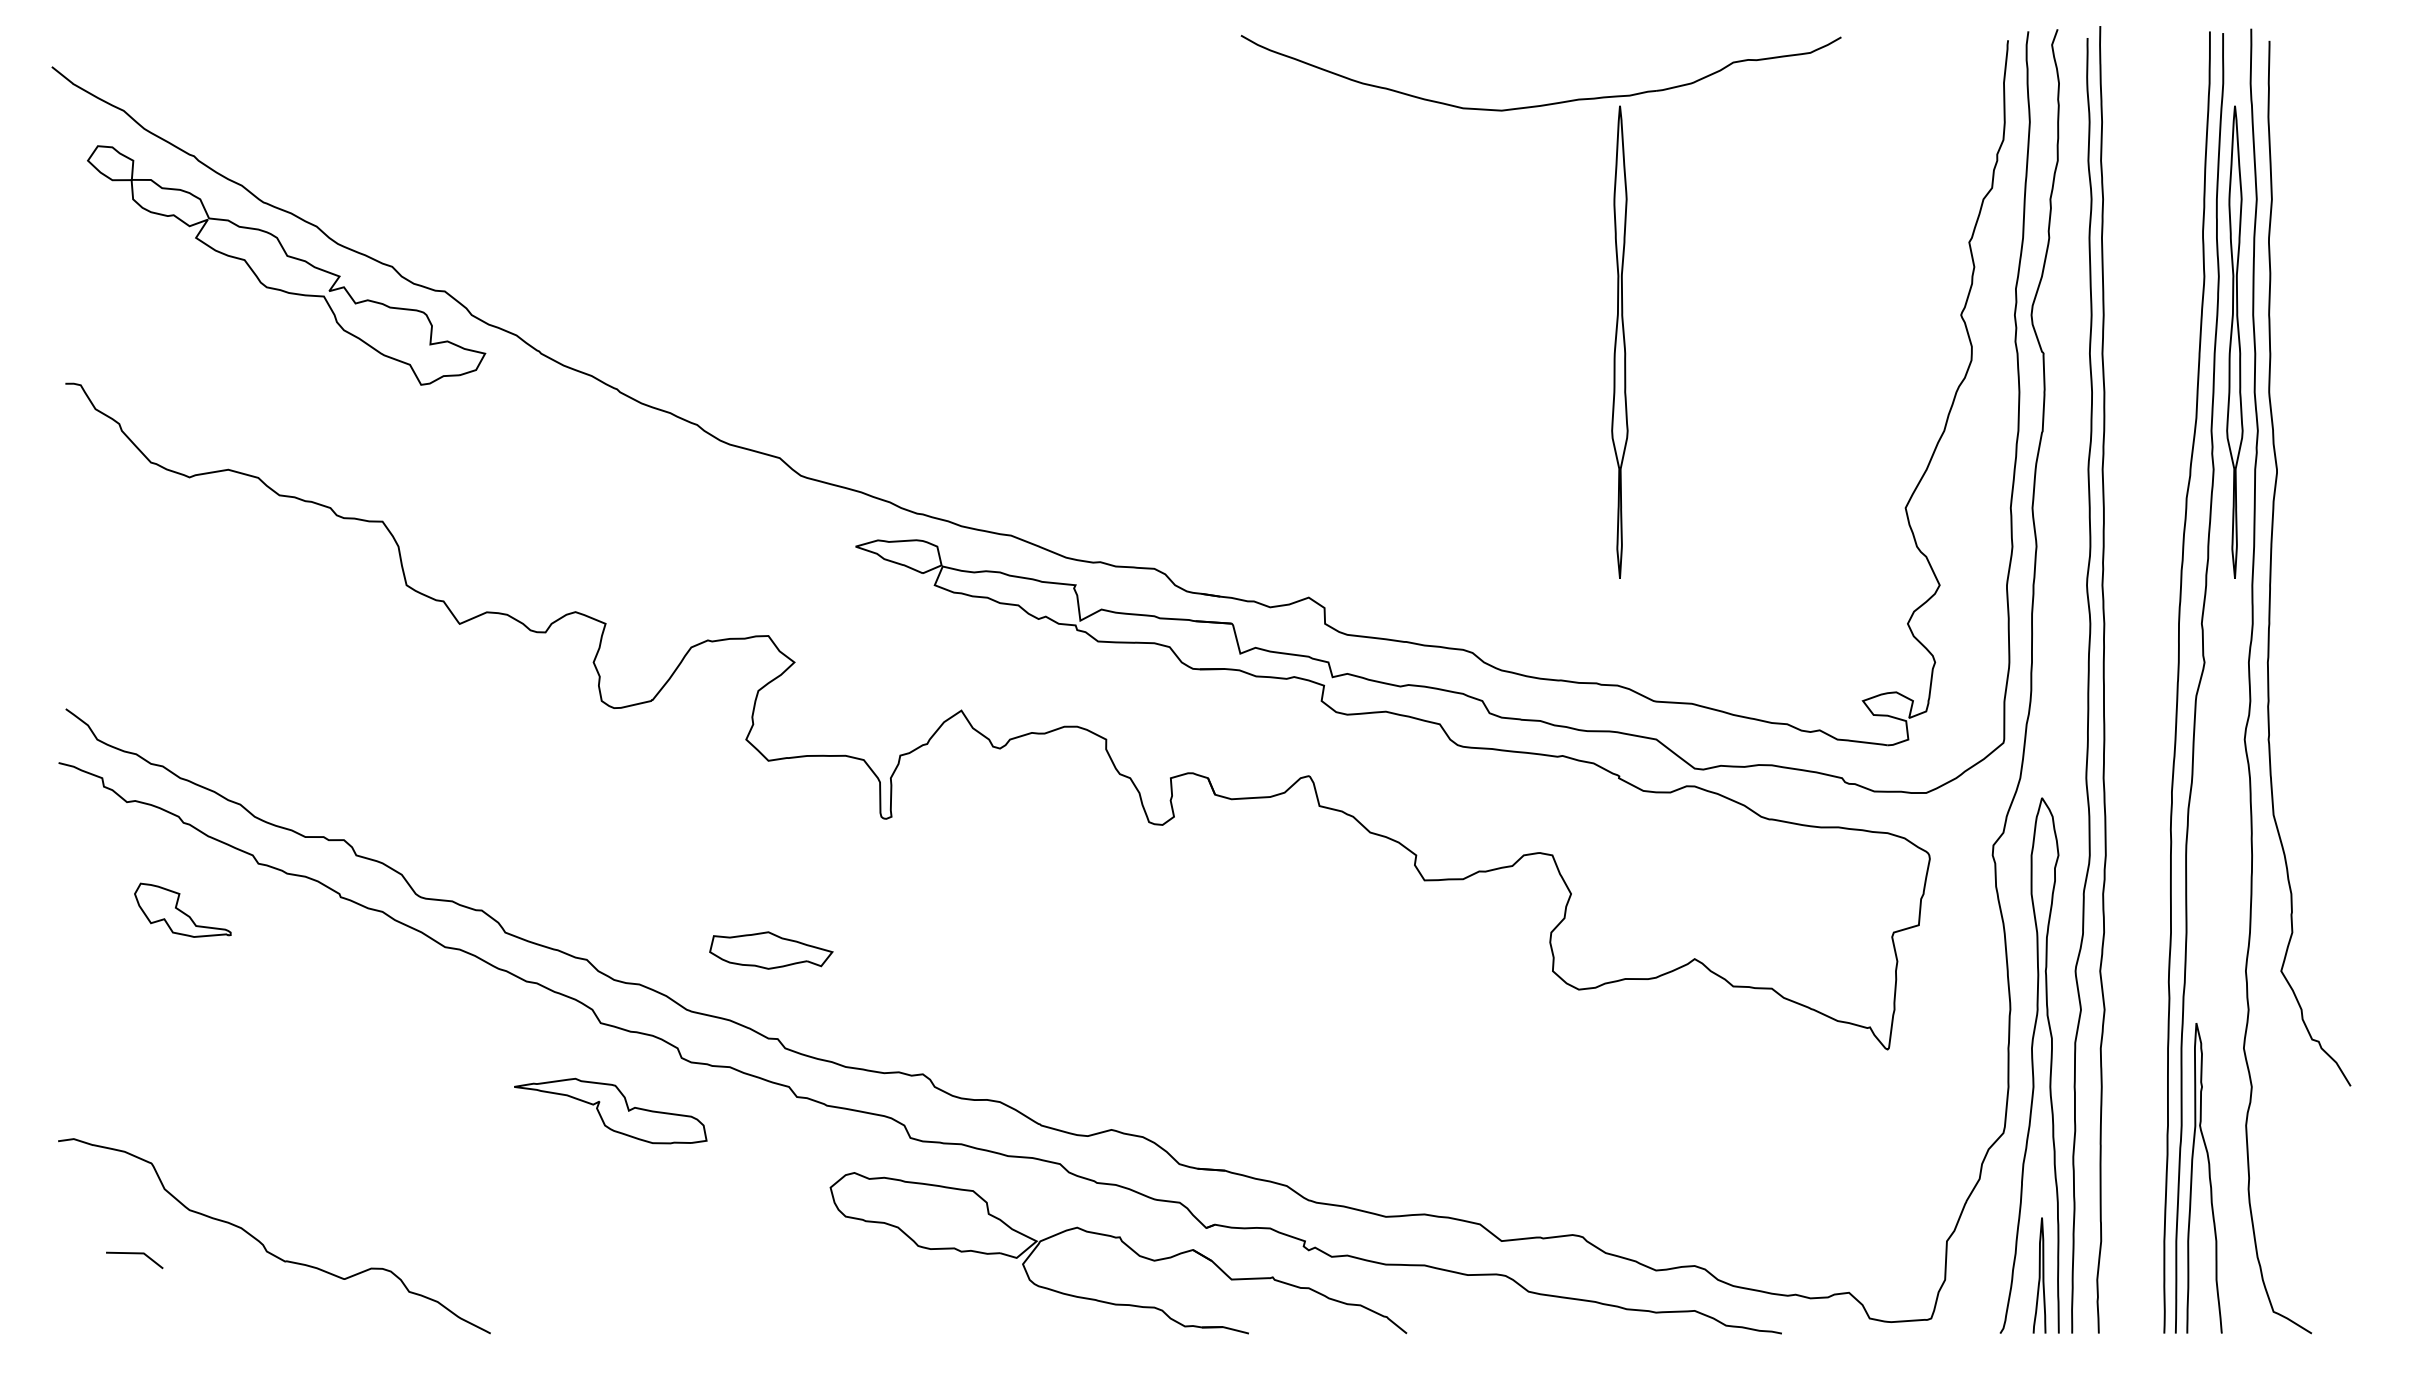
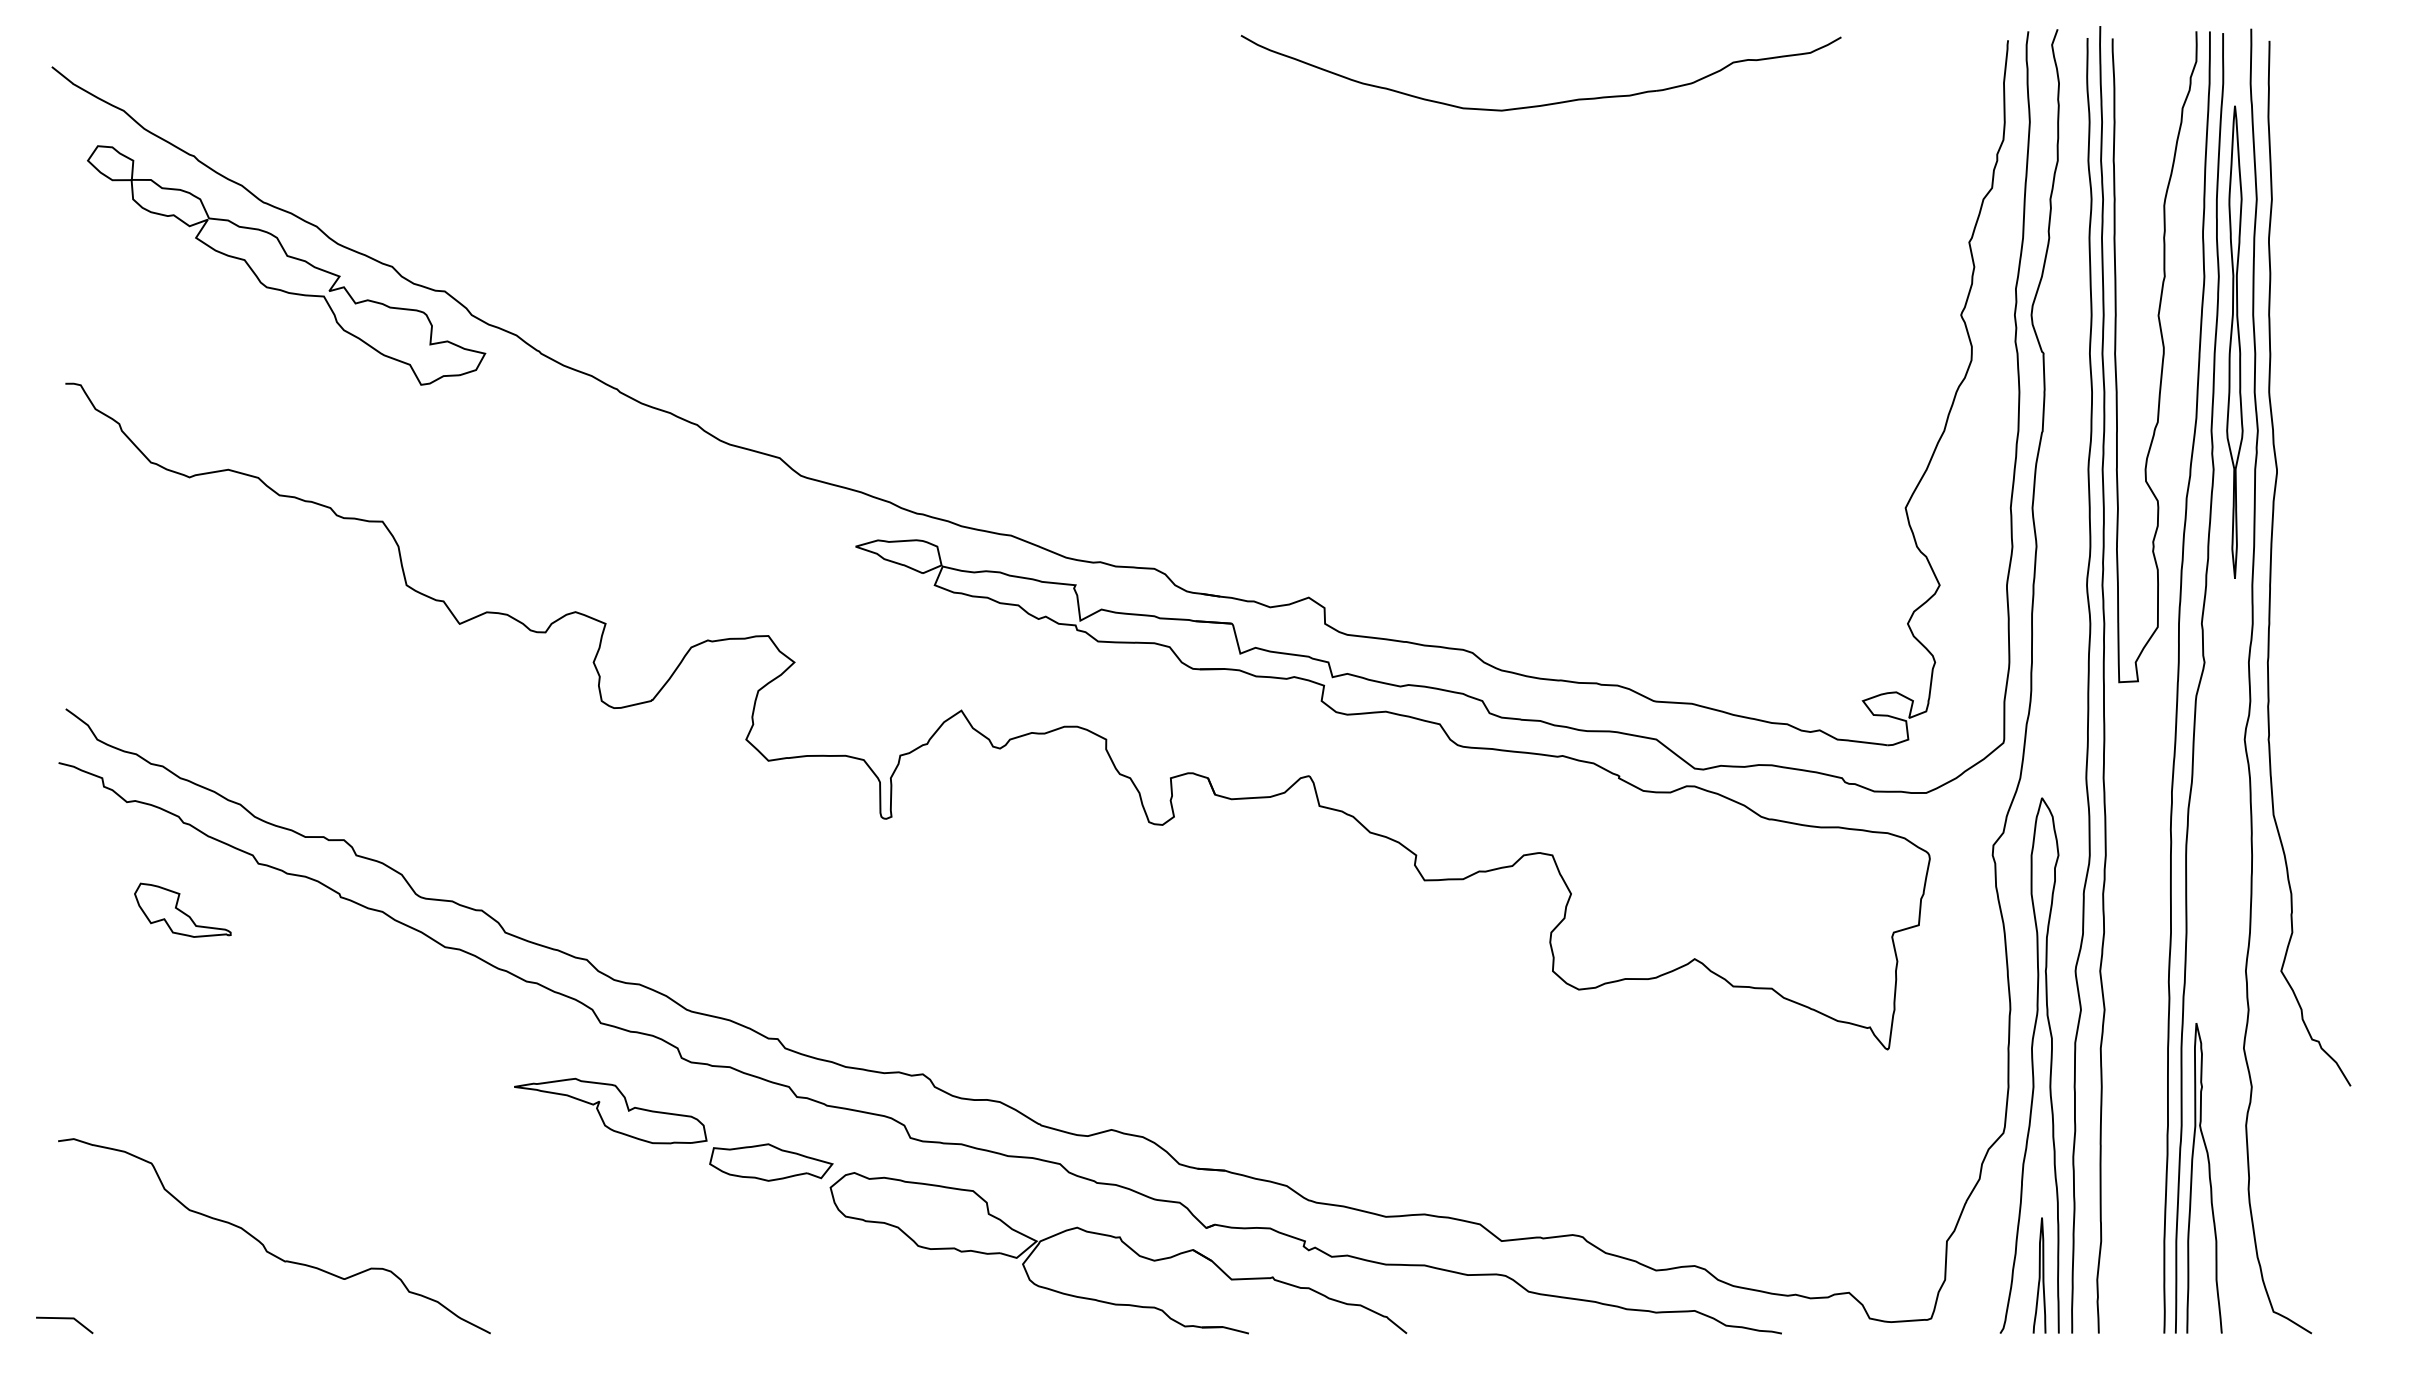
part at (1619, 341): present -> none
curve at (2162, 357): none -> present
part at (771, 950) position: (771, 950) -> (771, 1162)
line at (134, 1254) position: (134, 1254) -> (64, 1319)
